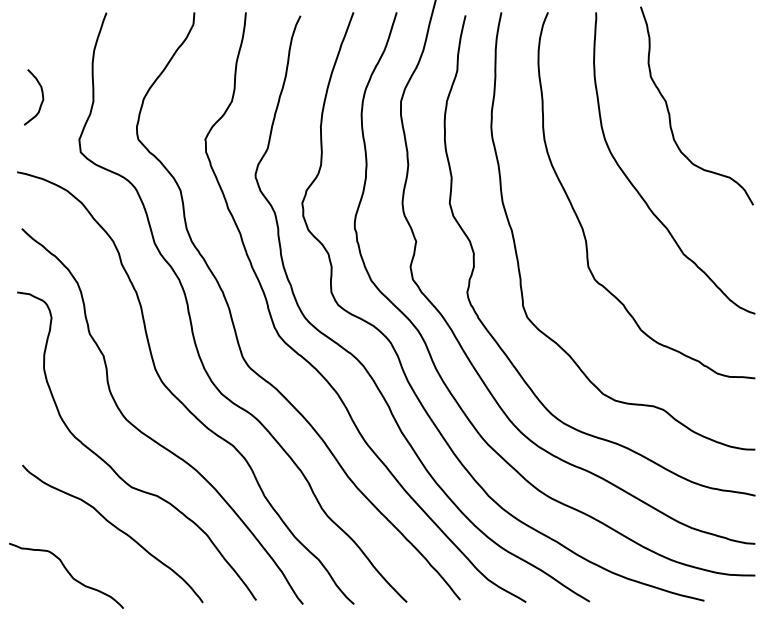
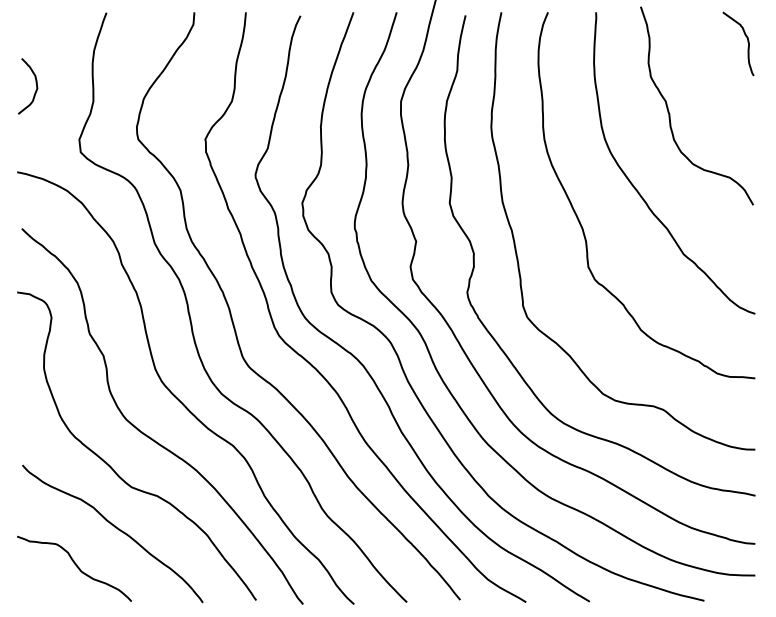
curve at (747, 42): none -> present
curve at (41, 94) position: (41, 94) -> (35, 83)
curve at (68, 573) position: (68, 573) -> (76, 566)
